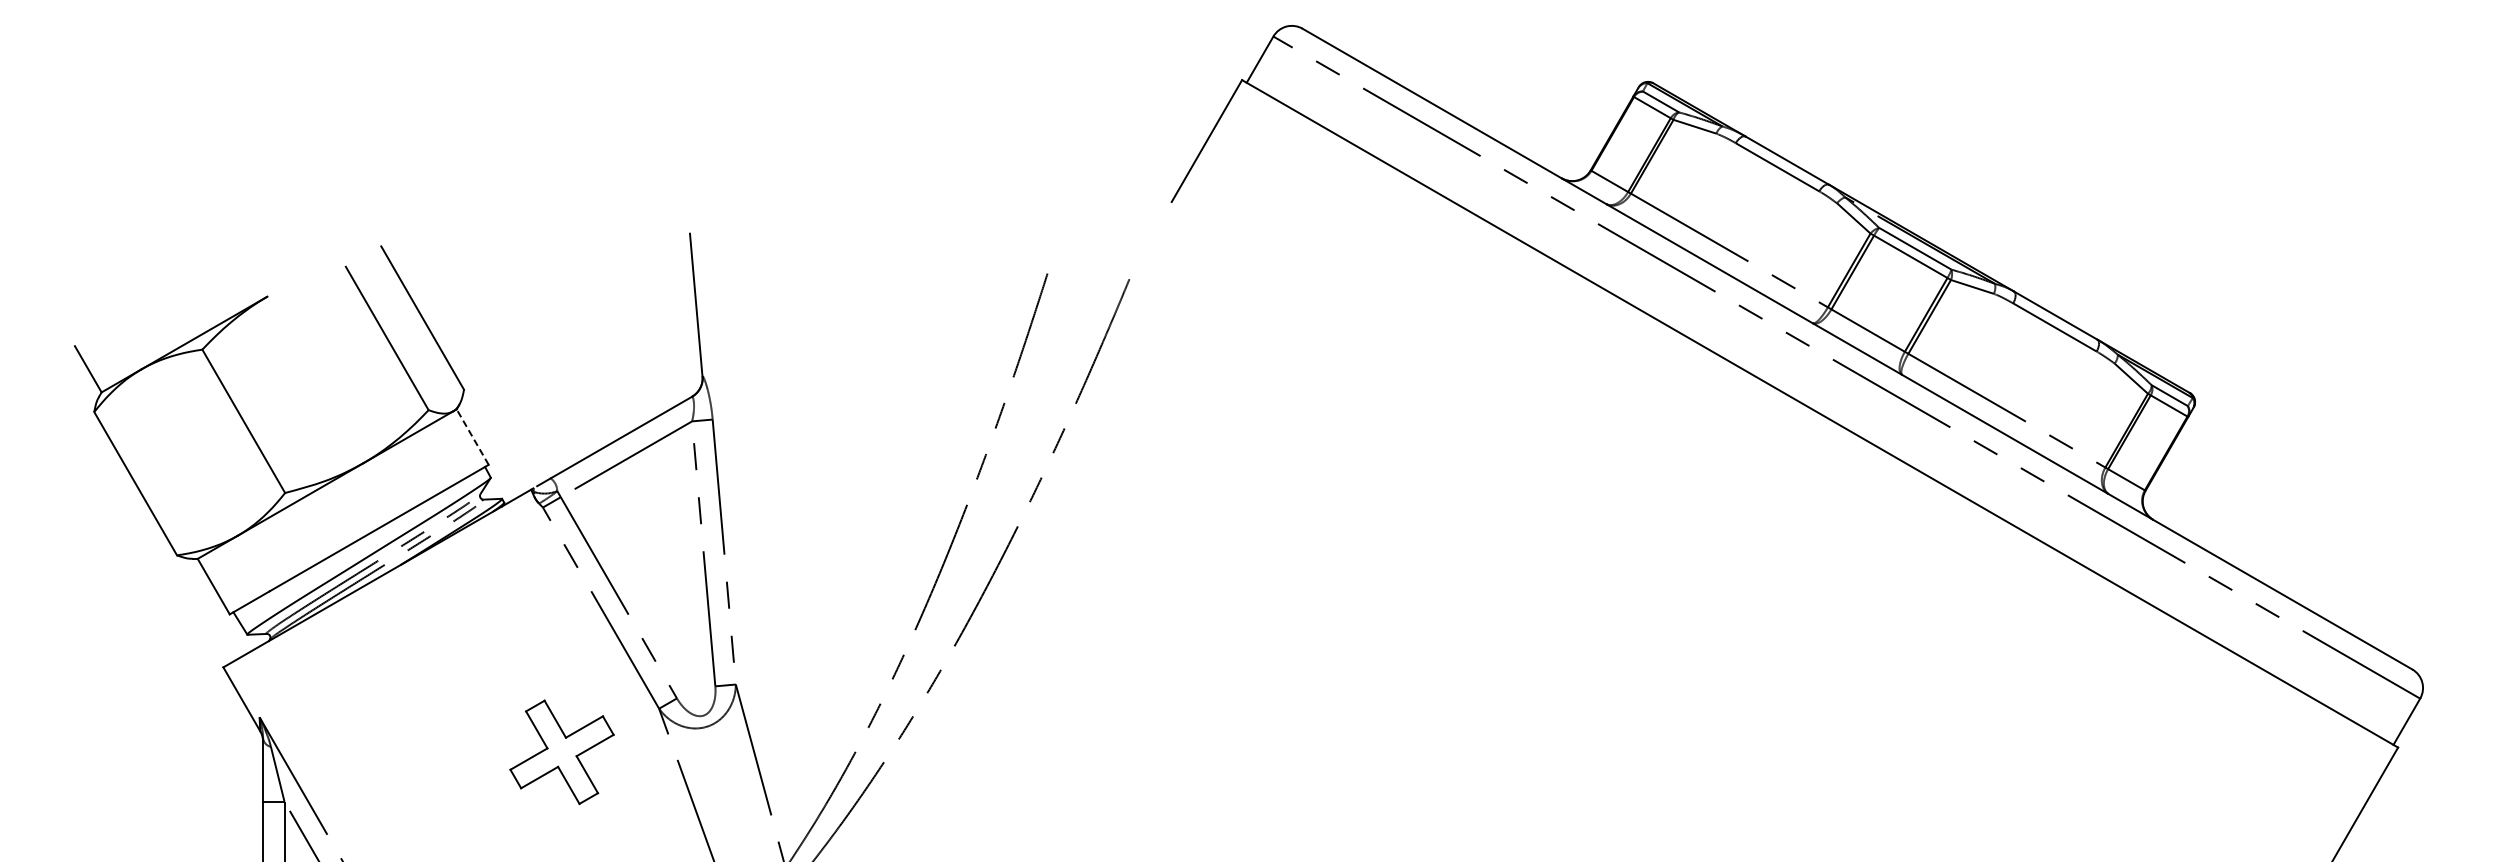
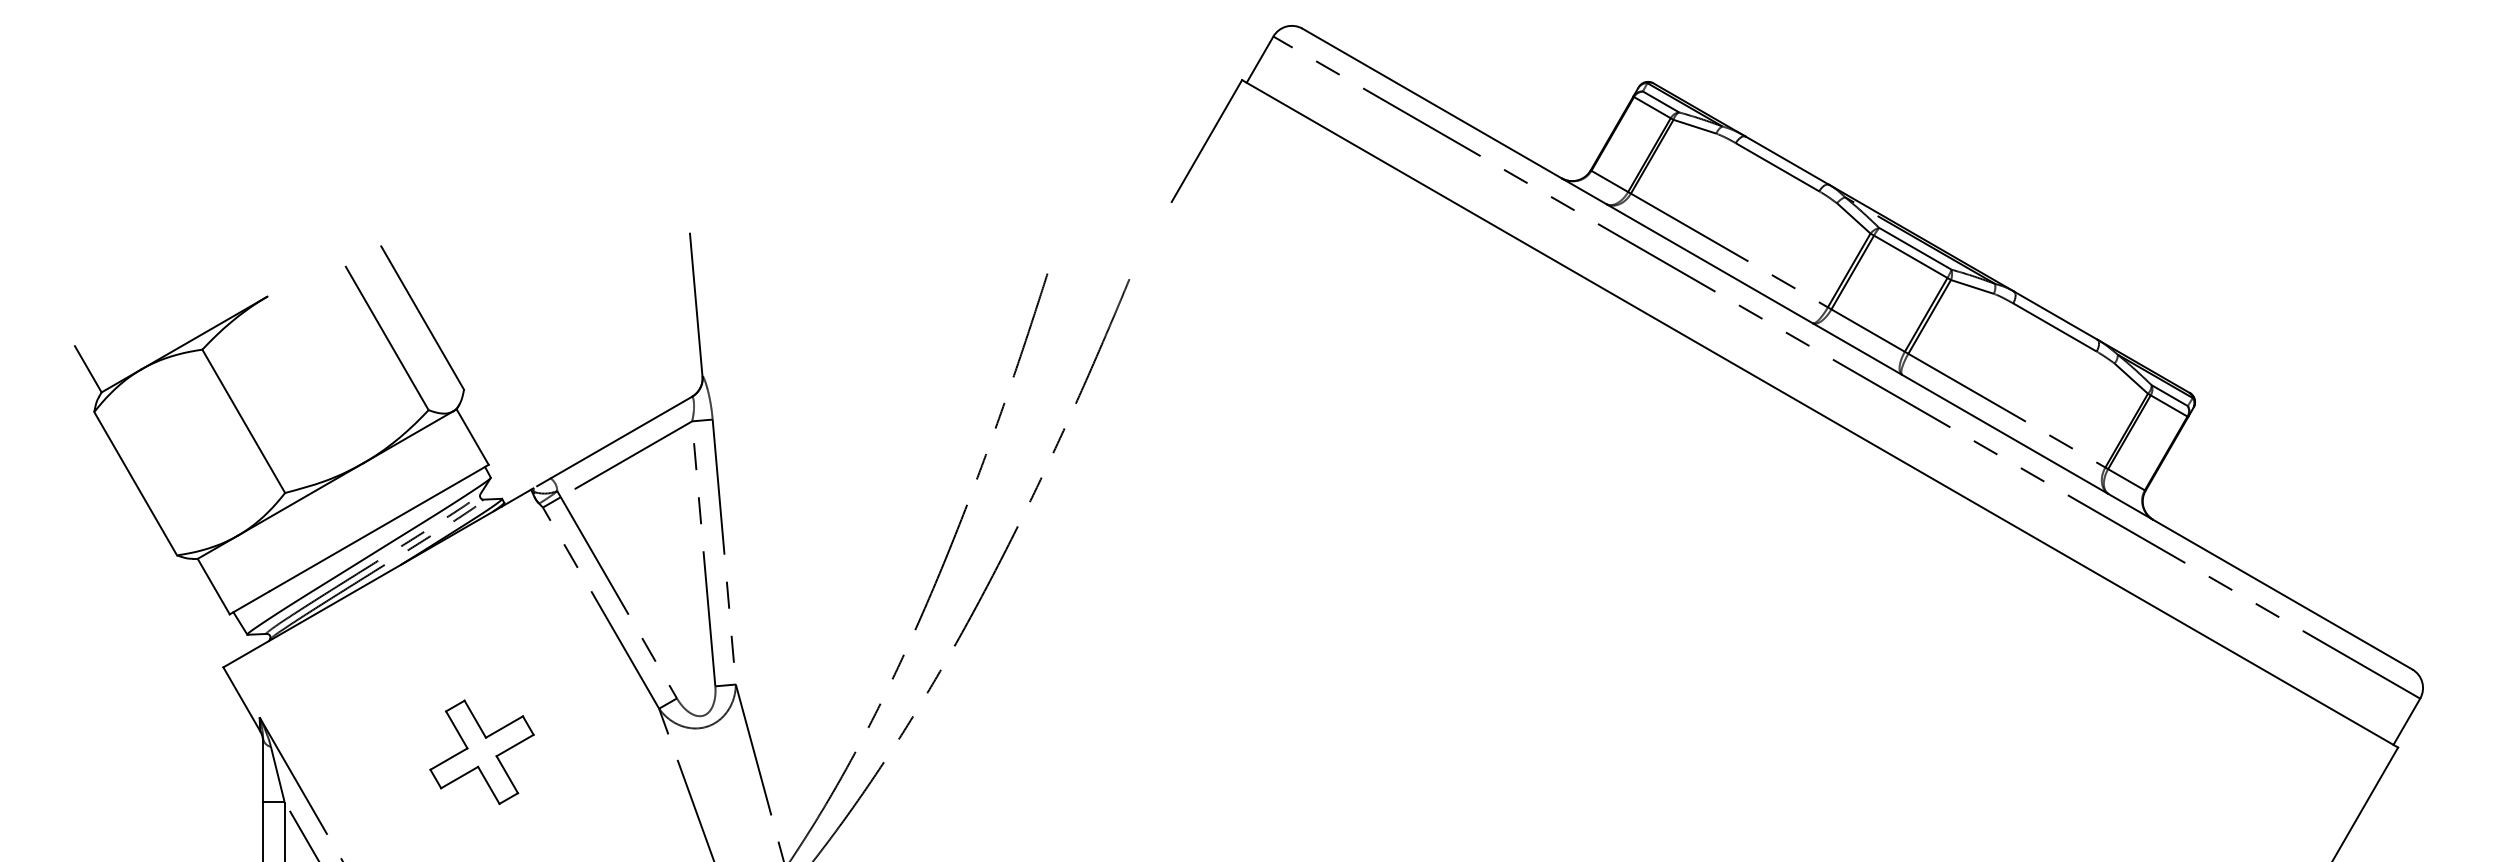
line at (472, 436): dashed -> solid
part at (561, 751) position: (561, 751) -> (481, 751)
